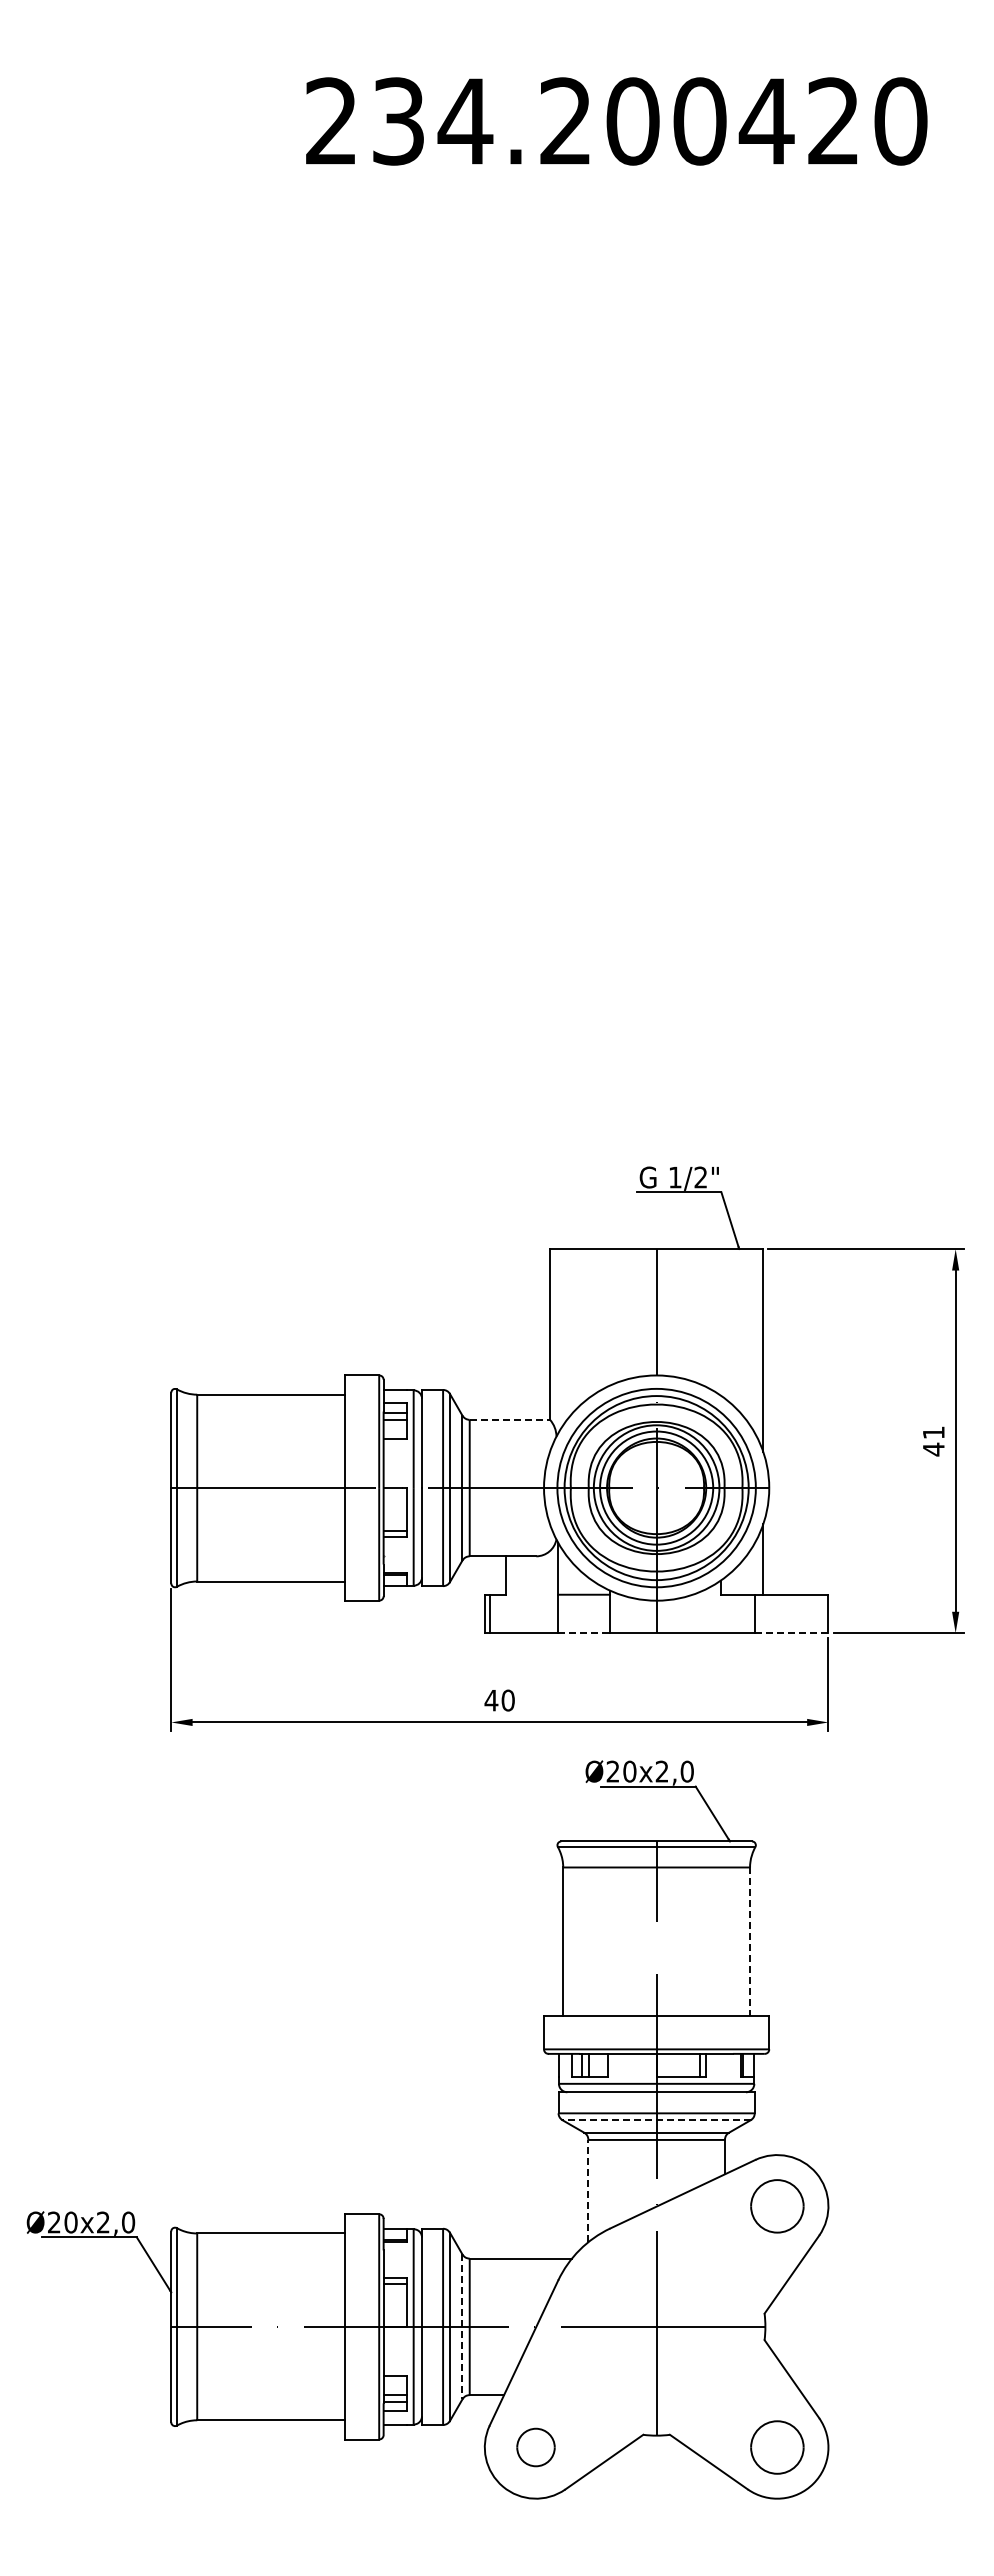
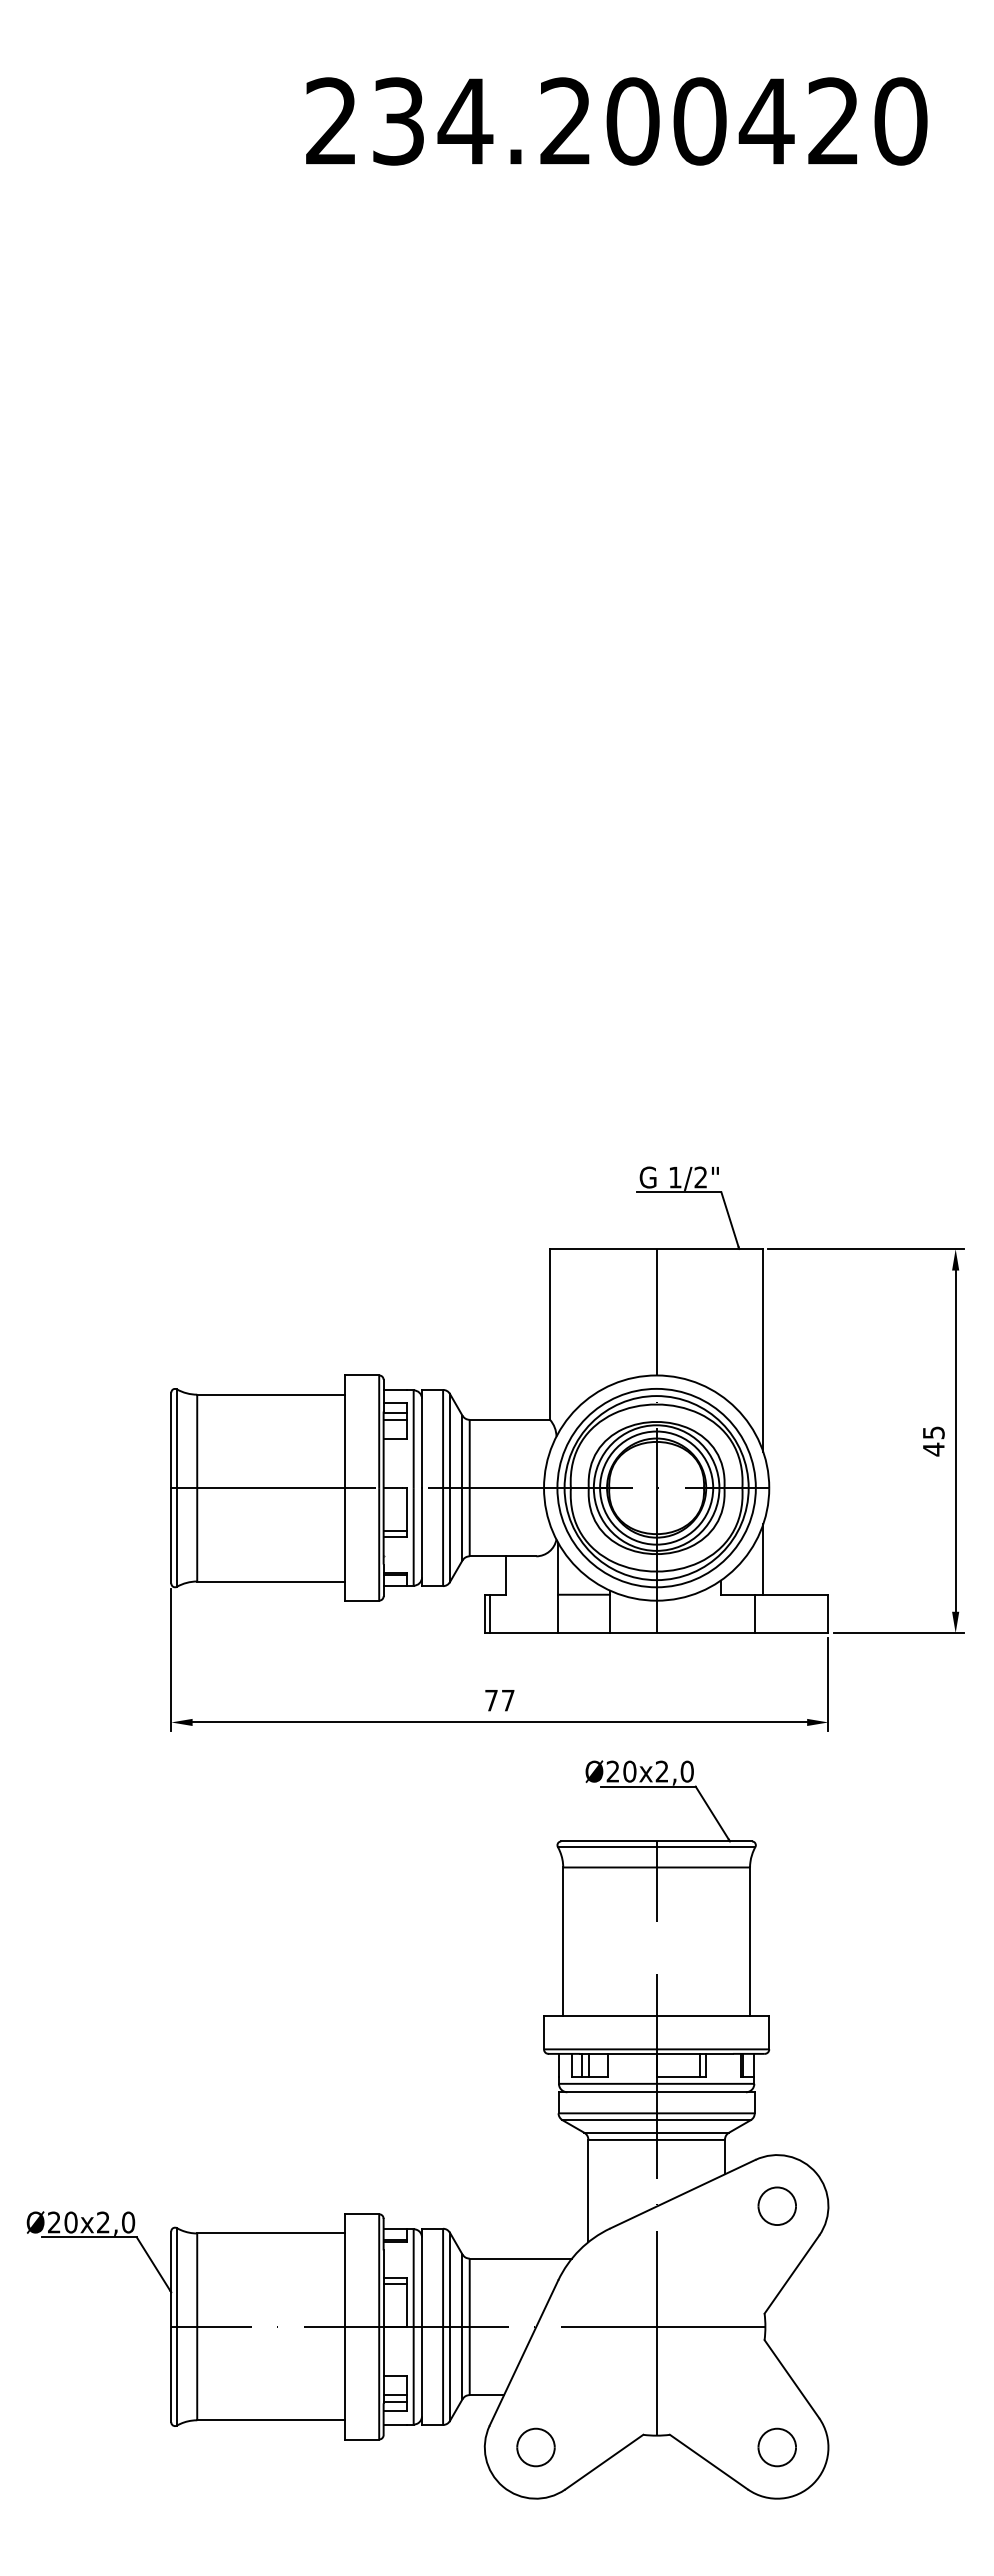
line at (510, 1419): dashed -> solid
text at (933, 1432): 41 -> 45
line at (584, 1633): dashed -> solid
line at (791, 1633): dashed -> solid
text at (499, 1700): 40 -> 77
line at (750, 1941): dashed -> solid
line at (656, 2120): dashed -> solid
line at (588, 2190): dashed -> solid
part at (777, 2206) size: 55x55 px -> 40x40 px
line at (462, 2327): dashed -> solid
part at (777, 2447) size: 55x55 px -> 40x41 px
